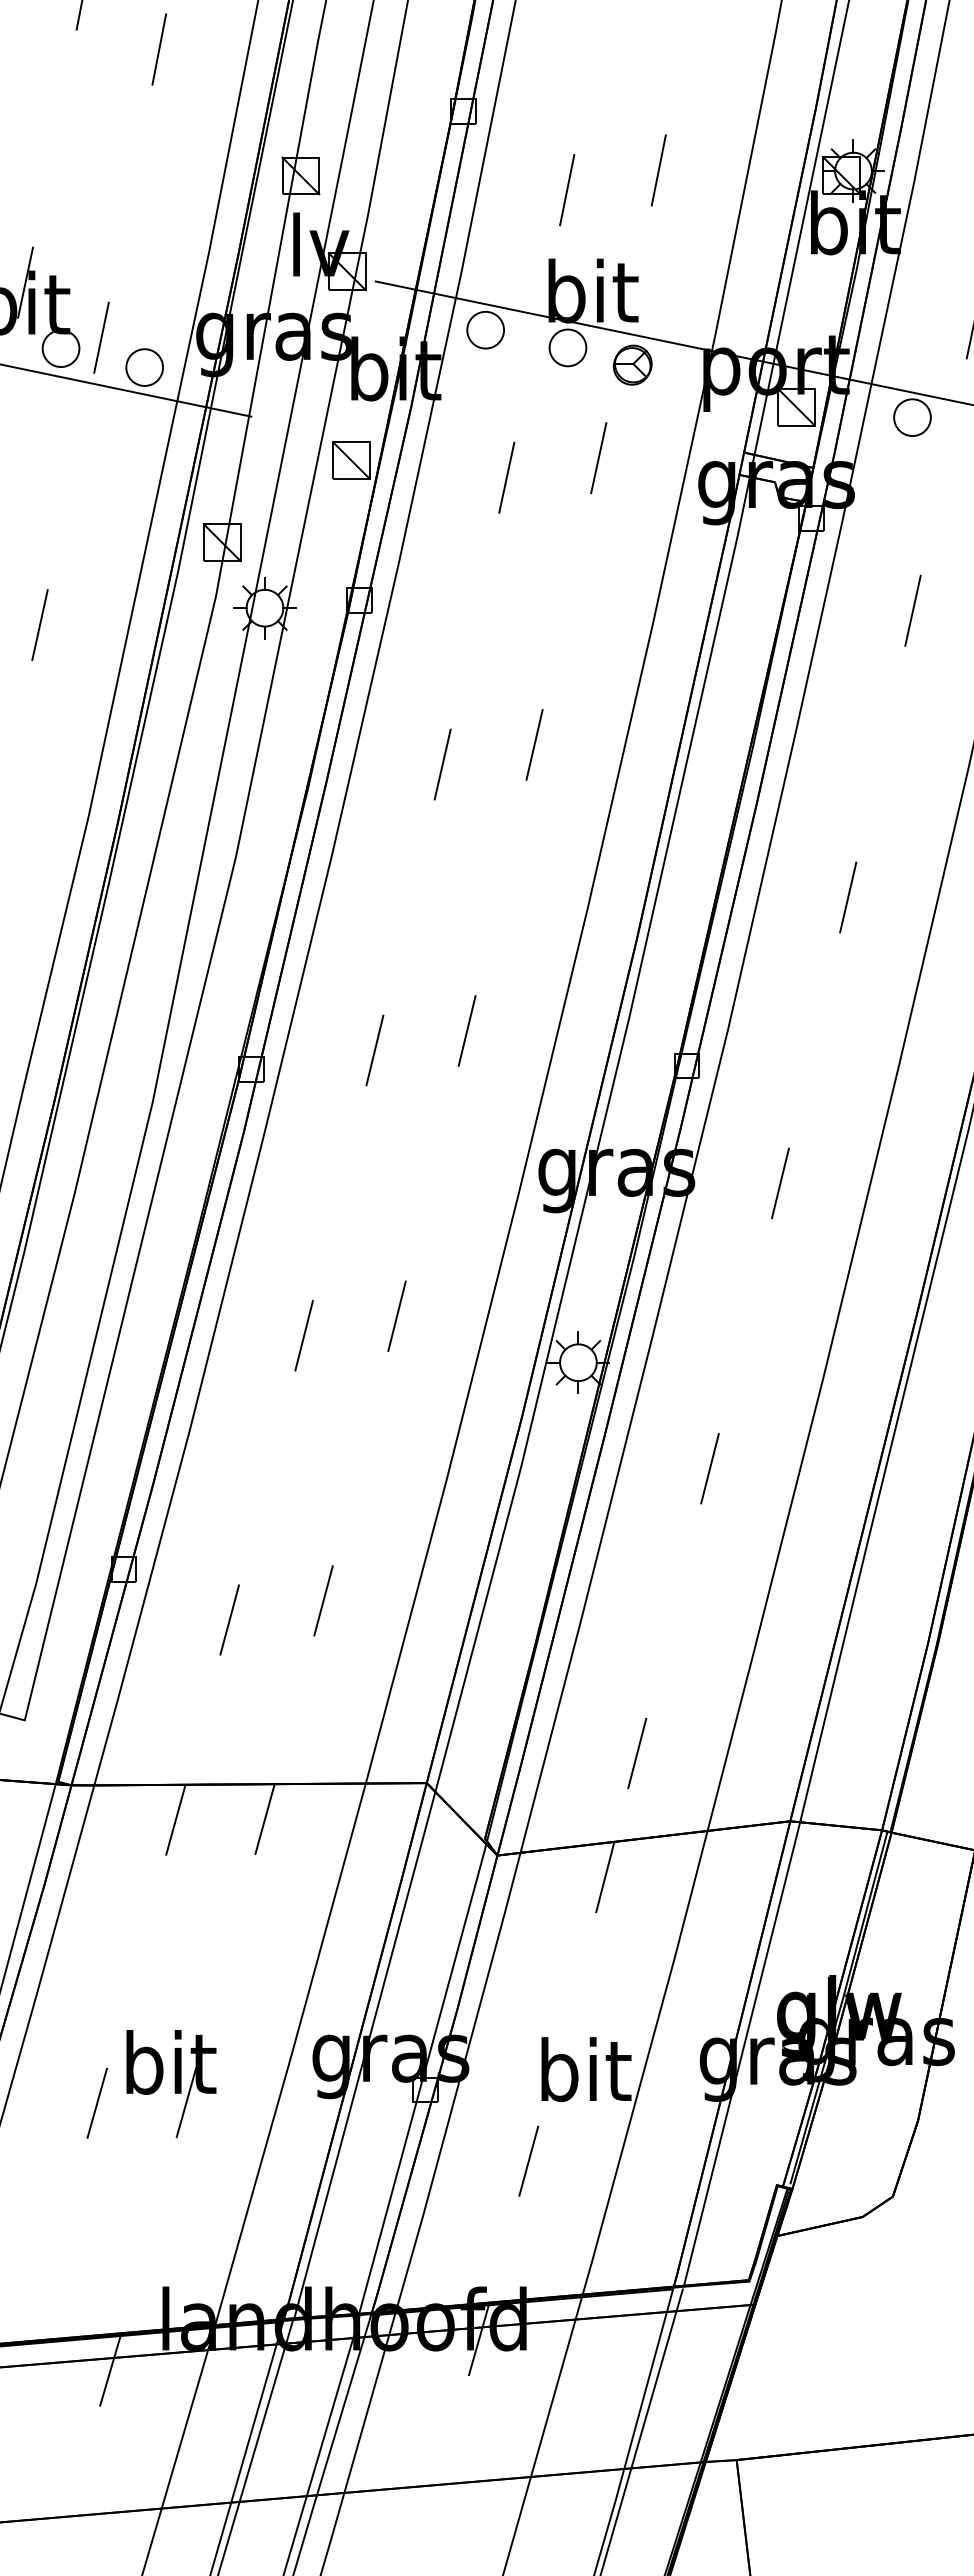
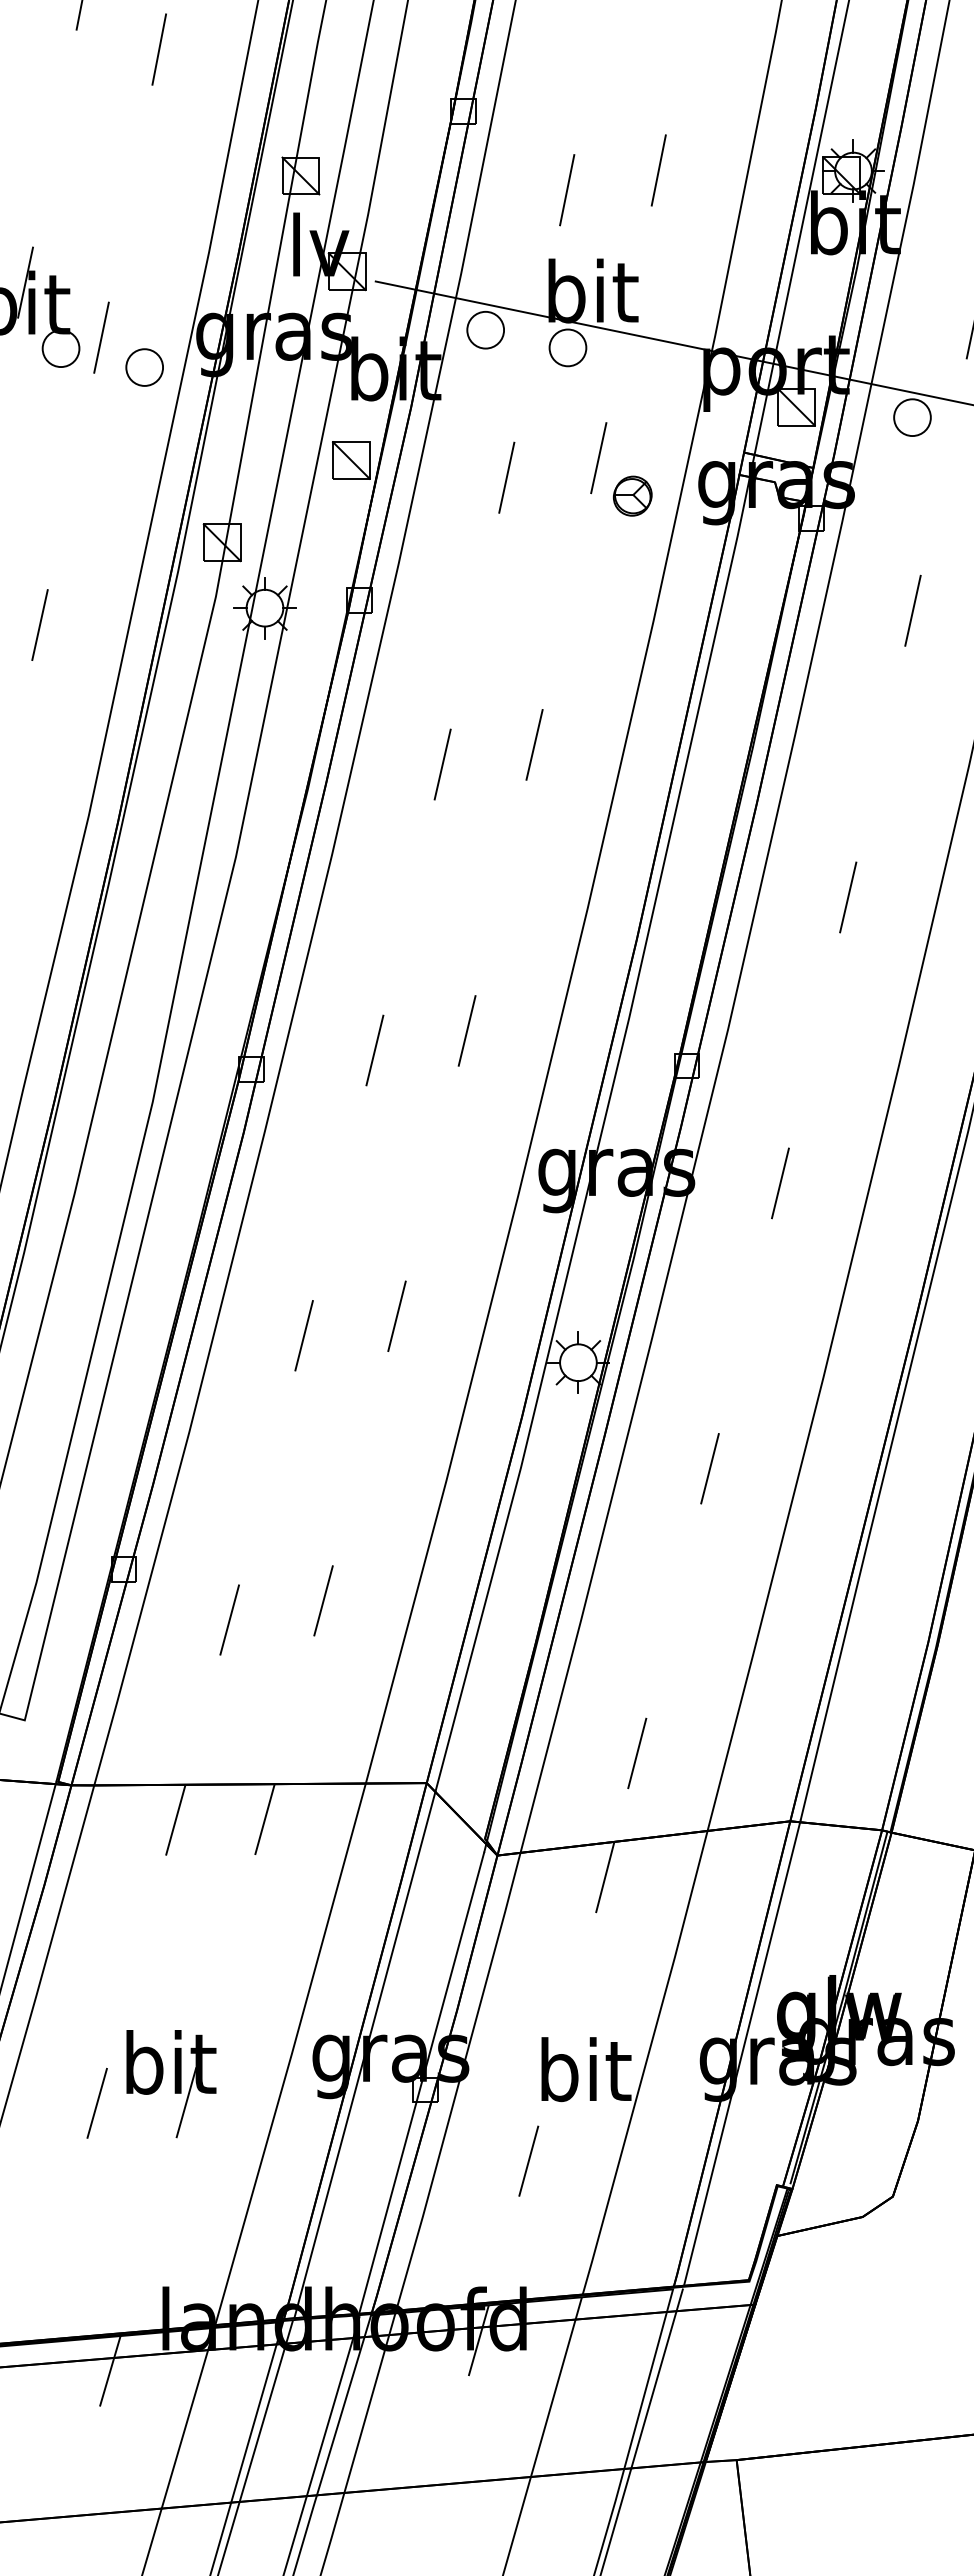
part at (632, 364) position: (632, 364) -> (632, 495)
line at (126, 390): present -> none
